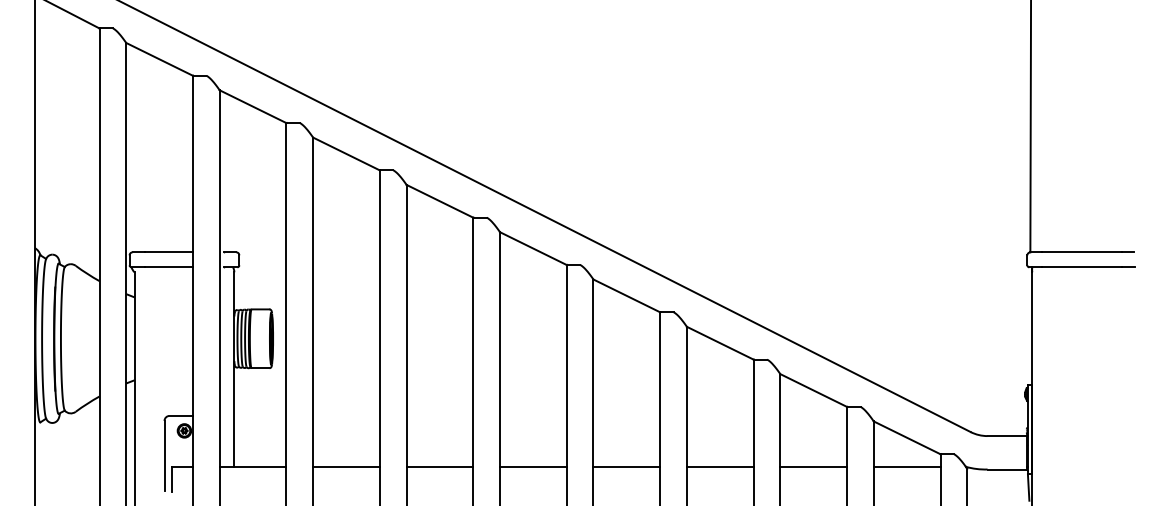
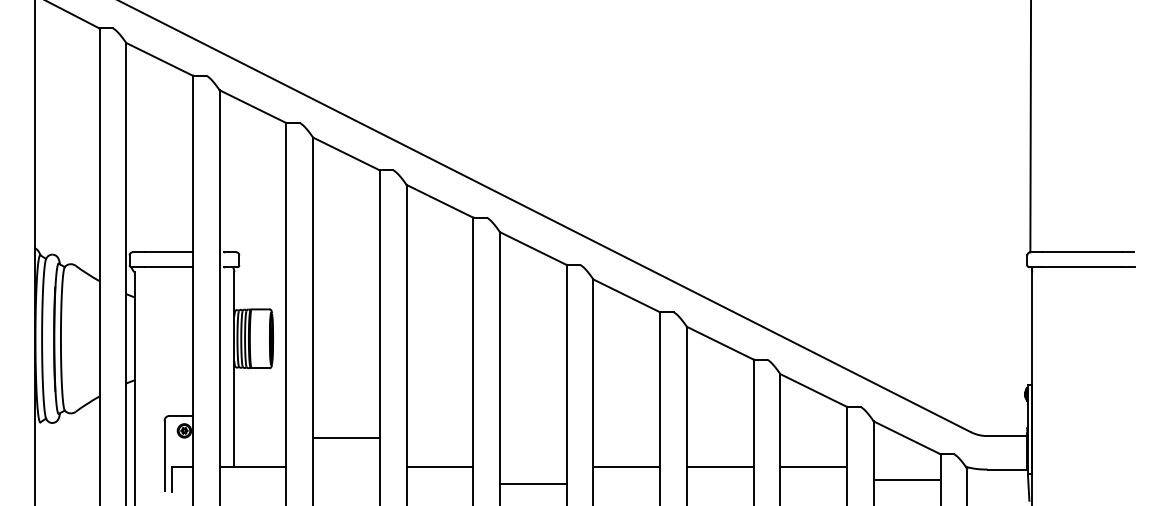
line at (346, 466) position: (346, 466) -> (346, 437)
line at (533, 466) position: (533, 466) -> (533, 483)
line at (906, 466) position: (906, 466) -> (906, 479)
